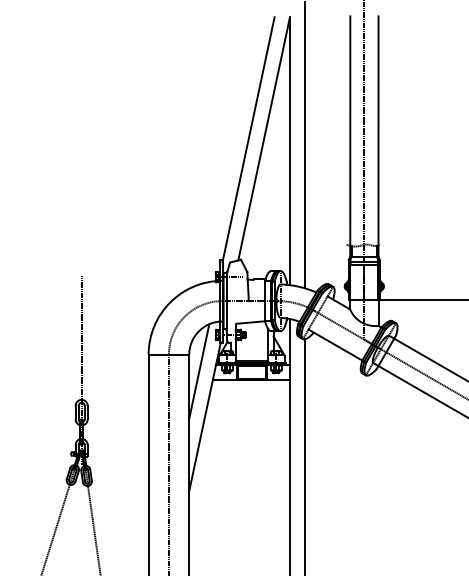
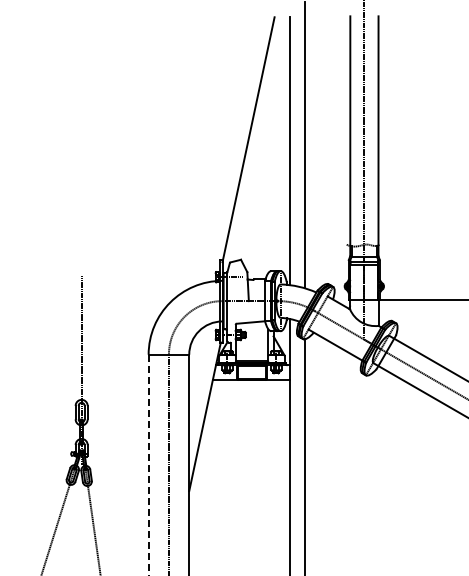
line at (263, 139): present -> none
line at (199, 371): present -> none
line at (148, 465): solid -> dashed
